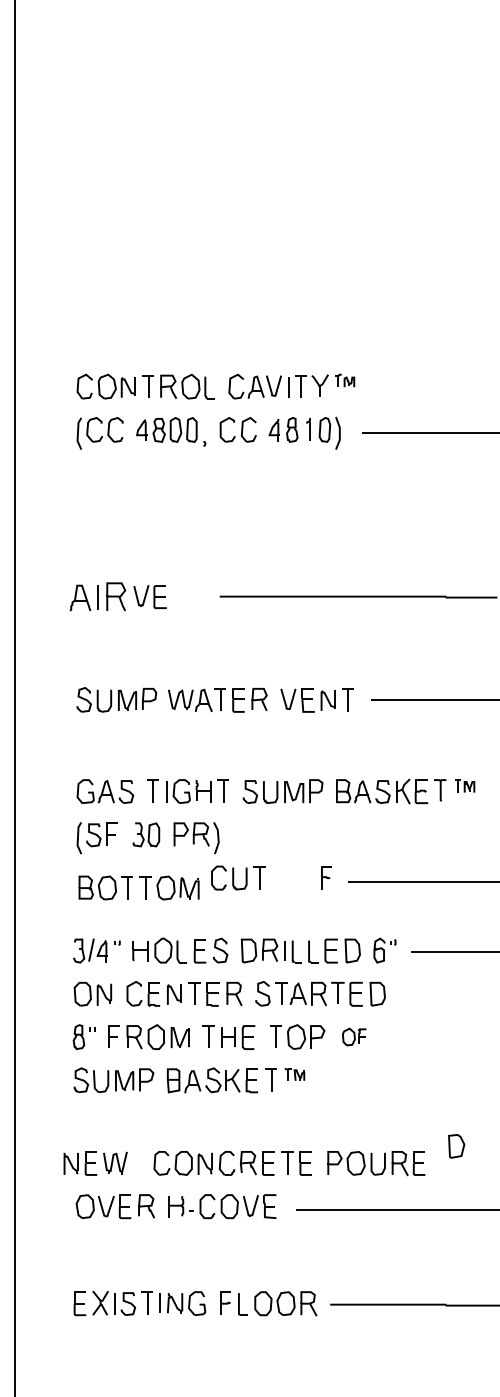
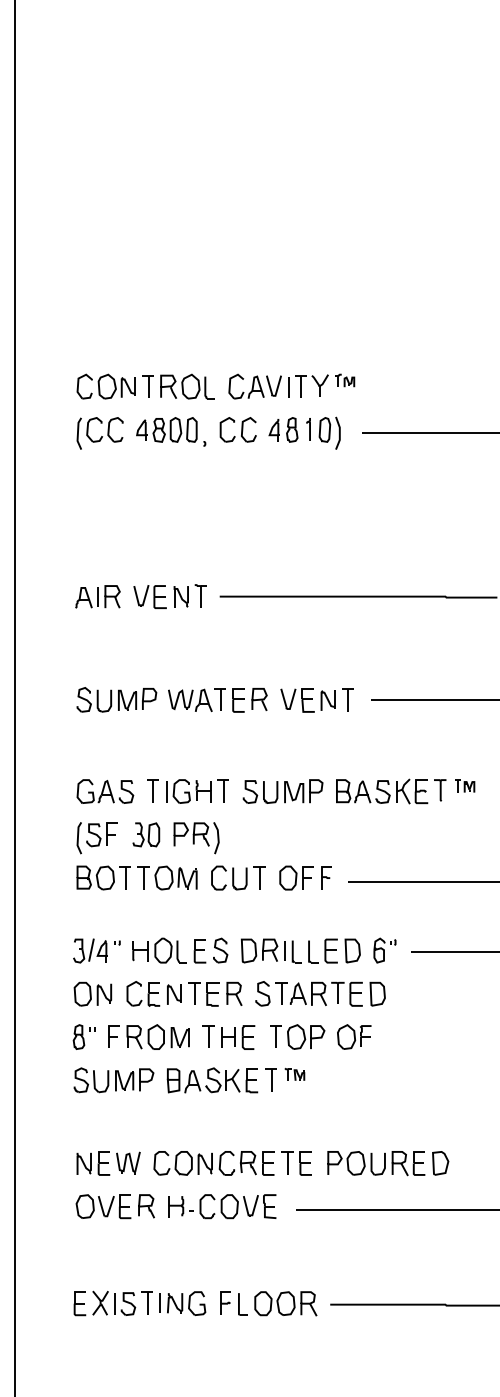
part at (189, 595): none -> present
part at (97, 596) size: 58x30 px -> 46x24 px
part at (296, 877): none -> present
part at (145, 887) position: (145, 887) -> (143, 877)
part at (354, 1036) size: 25x20 px -> 35x26 px
part at (456, 1146) position: (456, 1146) -> (440, 1163)
part at (95, 1163) position: (95, 1163) -> (108, 1163)
